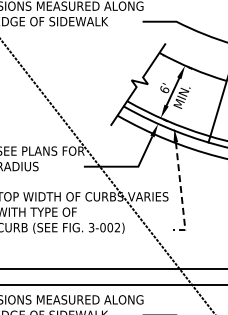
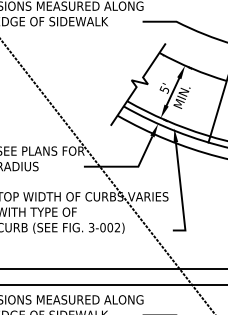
text at (164, 89): 6' -> 5'
line at (181, 193): dashed -> solid
